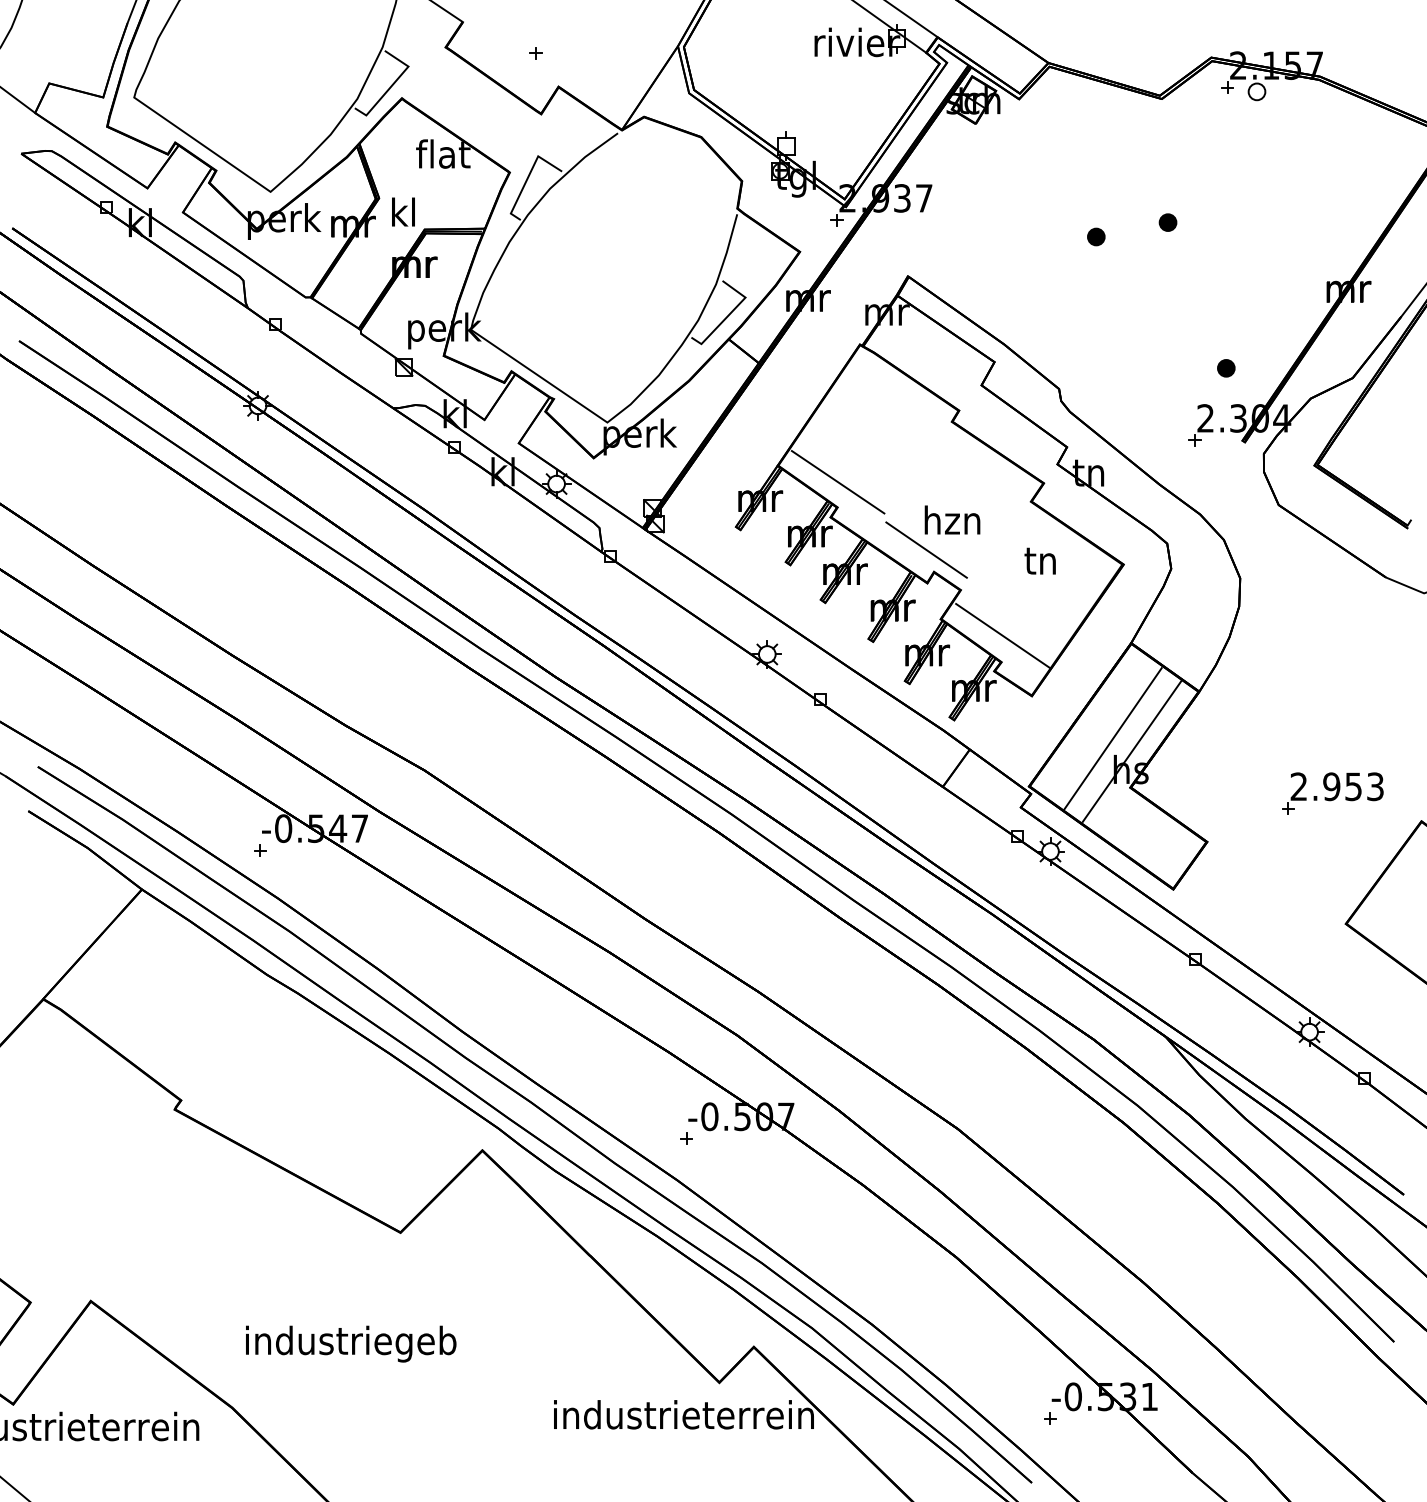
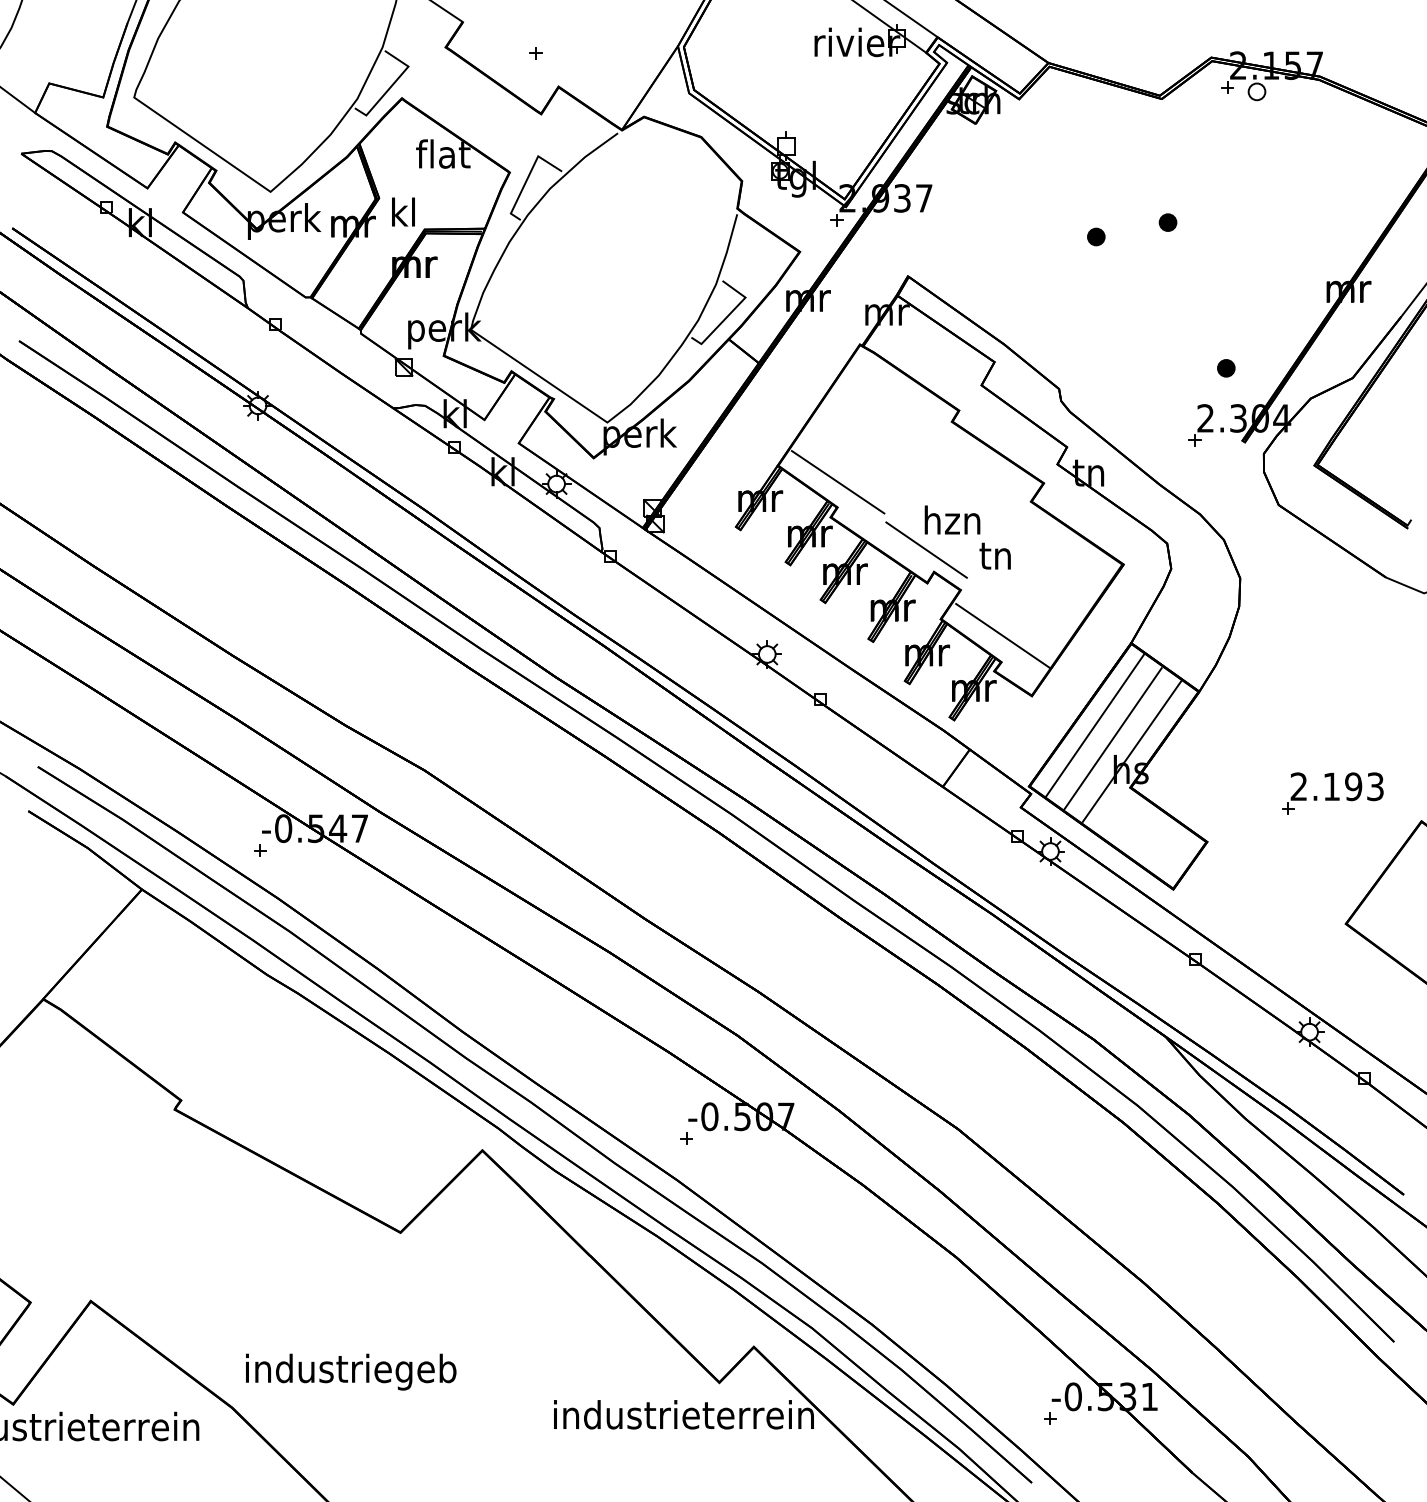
text at (1039, 560) position: (1039, 560) -> (994, 555)
line at (1094, 725): none -> present
text at (1342, 786): 2.953 -> 2.193
text at (351, 1343) position: (351, 1343) -> (351, 1371)
